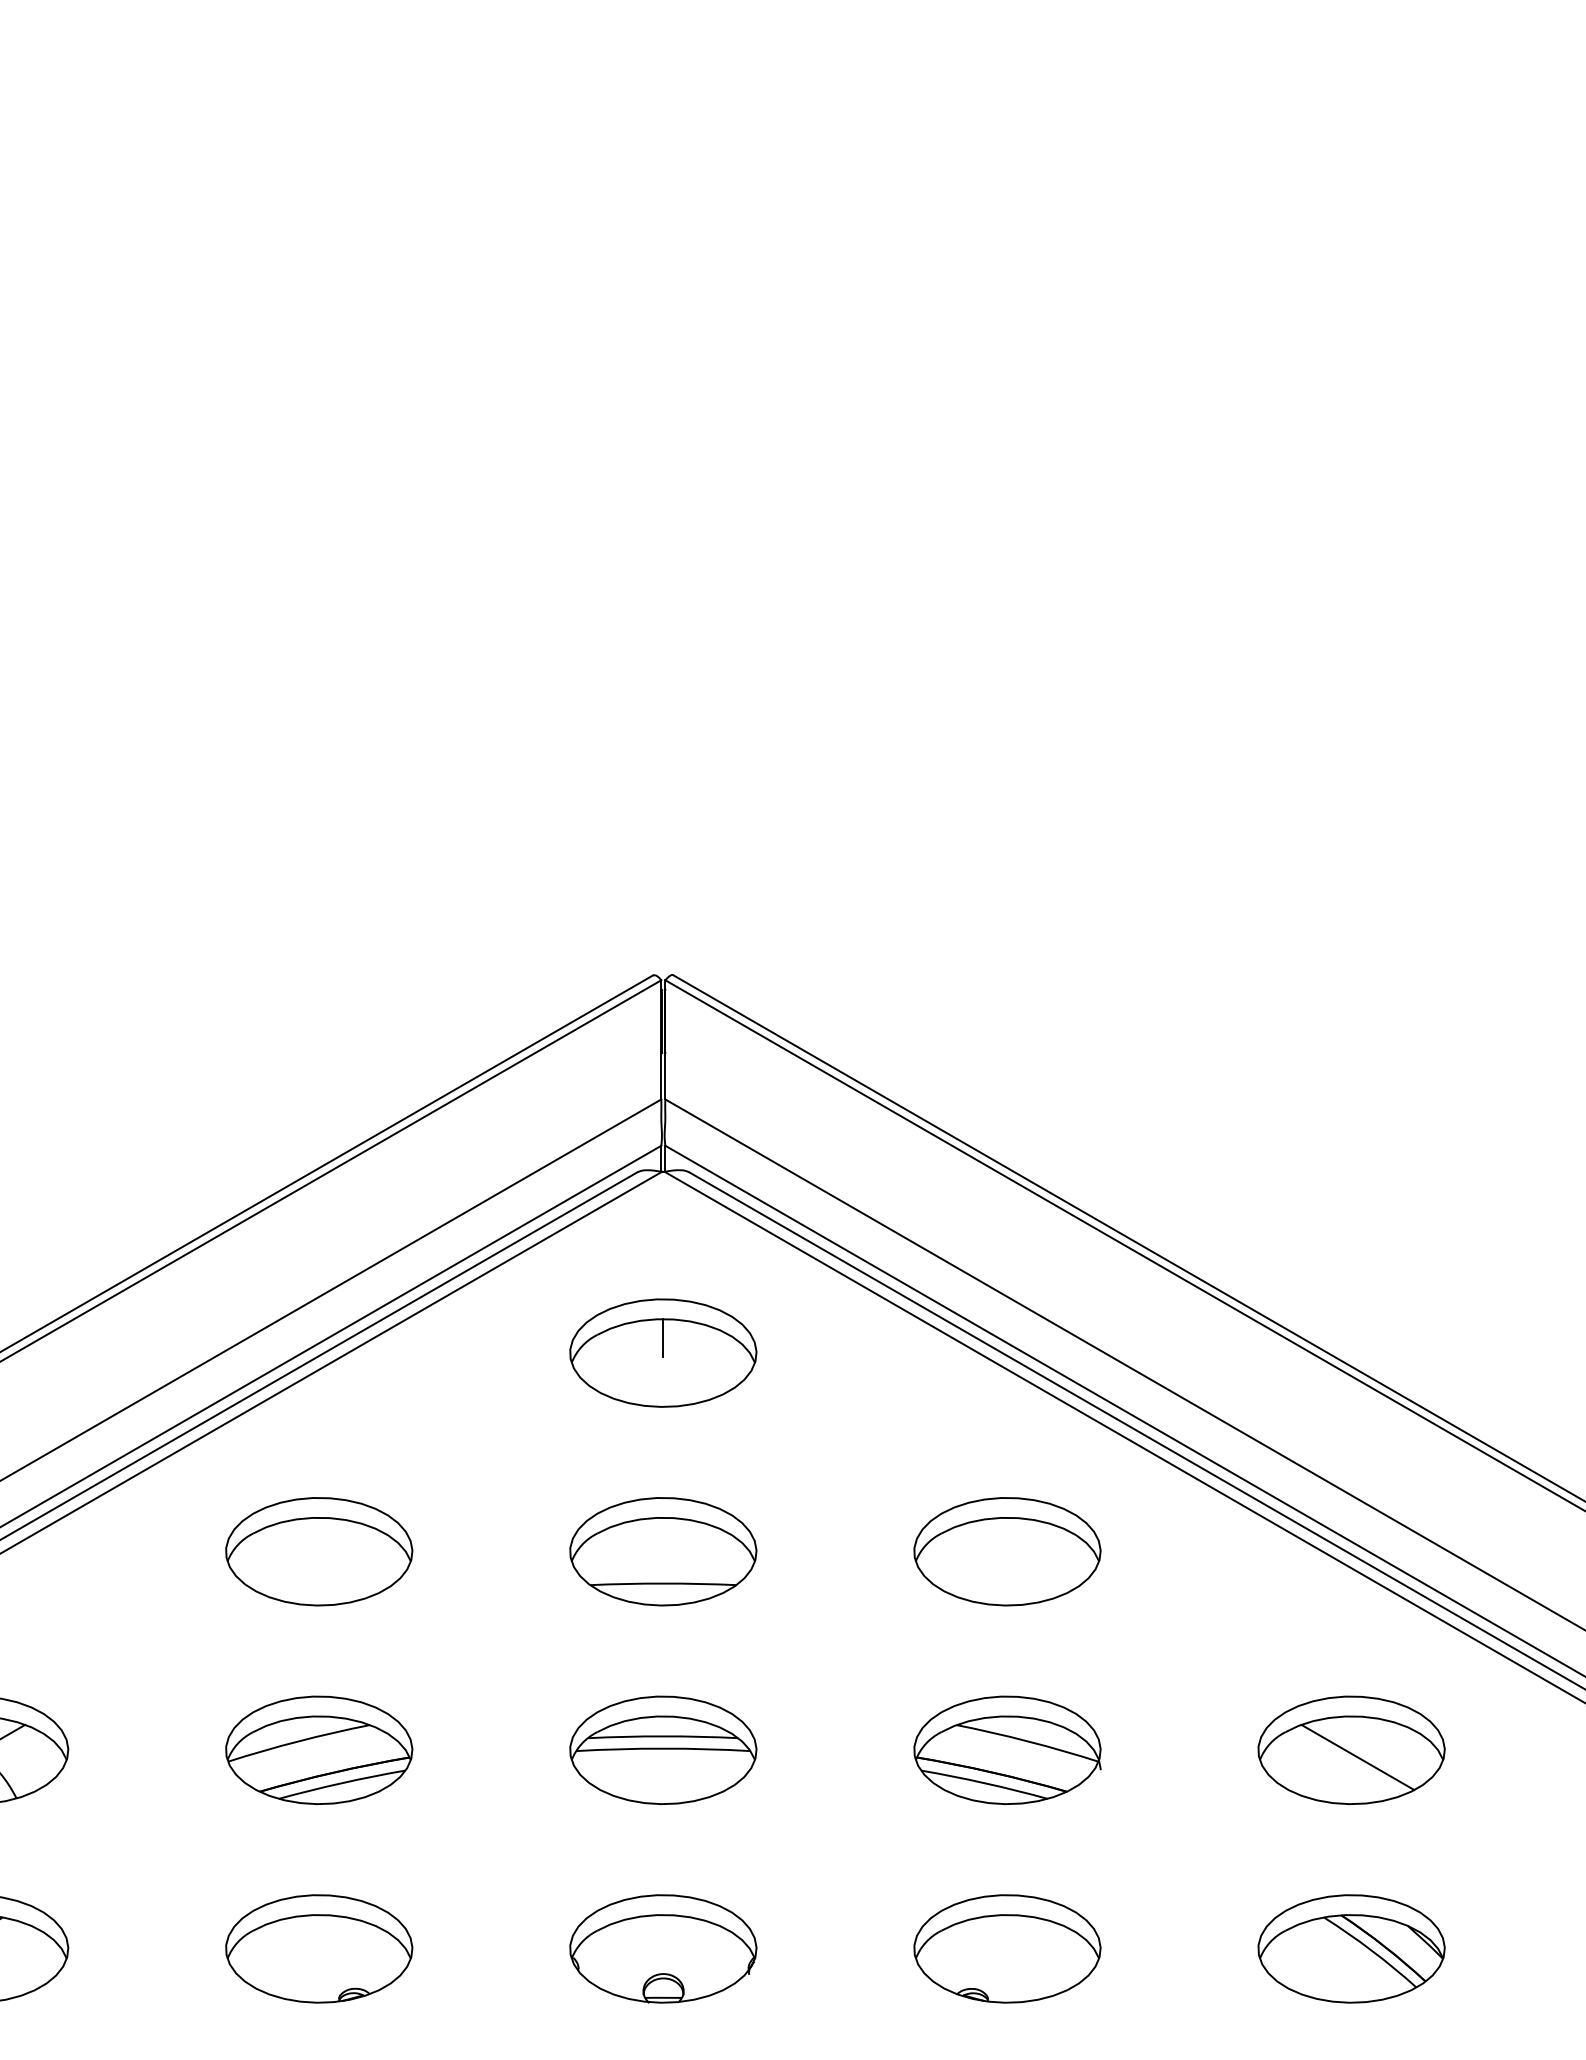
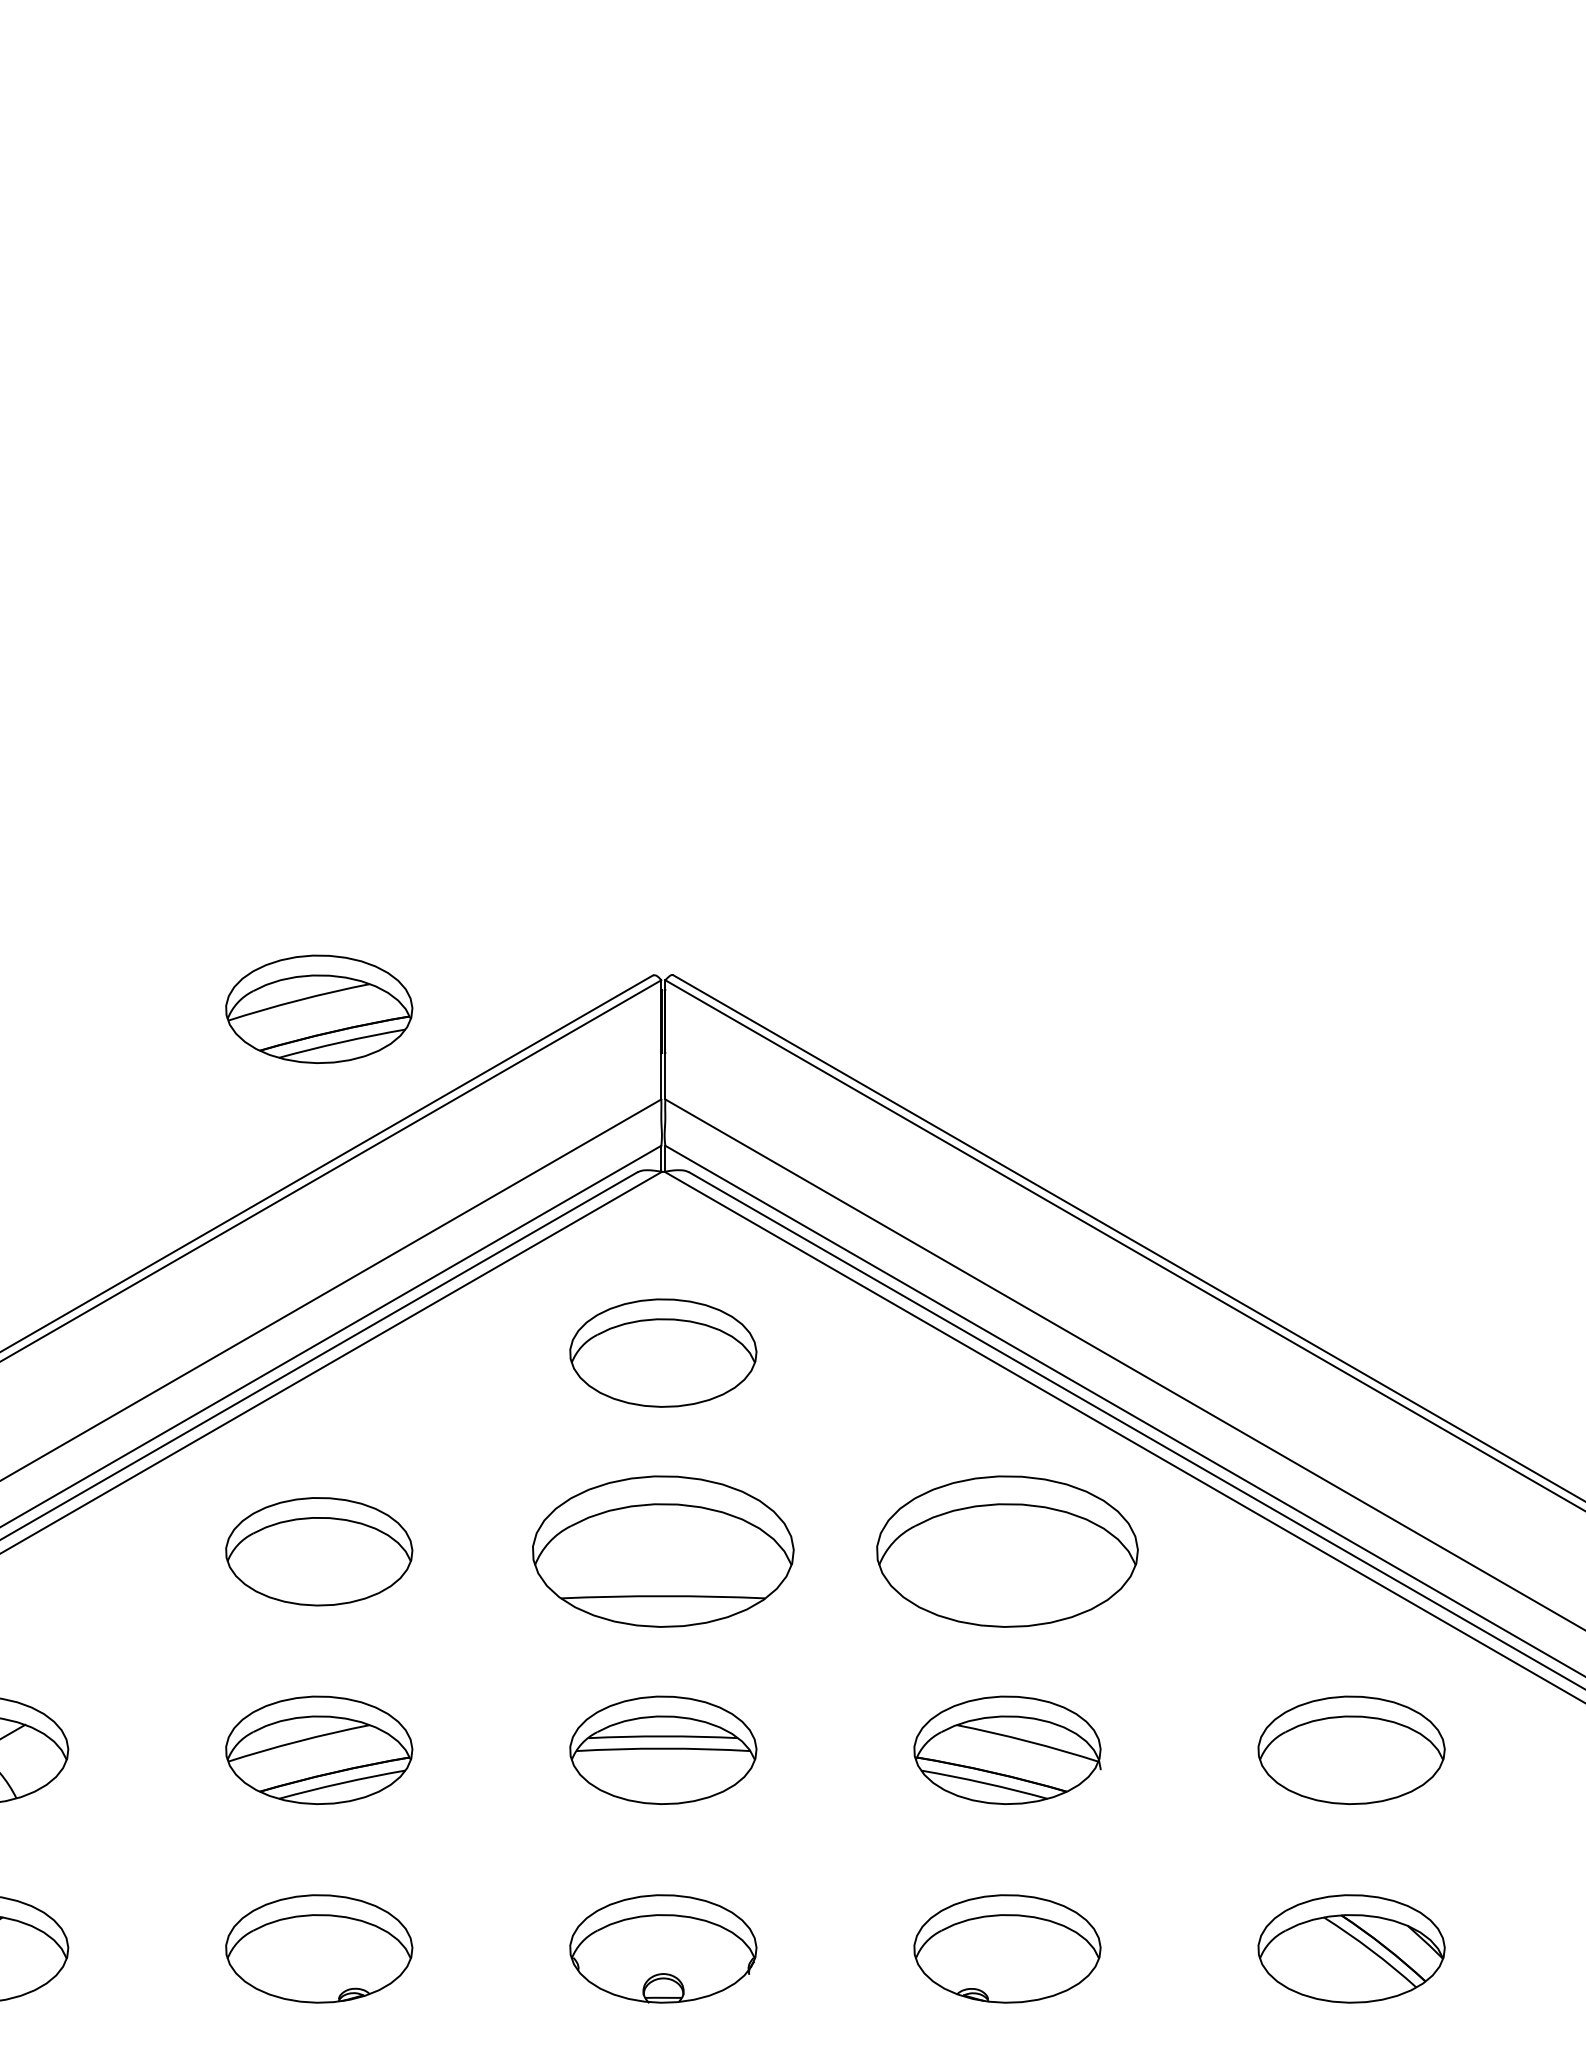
part at (319, 1008): none -> present
line at (663, 1337): present -> none
part at (663, 1551) size: 189x110 px -> 263x153 px
part at (1007, 1551) size: 189x110 px -> 263x153 px
line at (1357, 1757): present -> none
